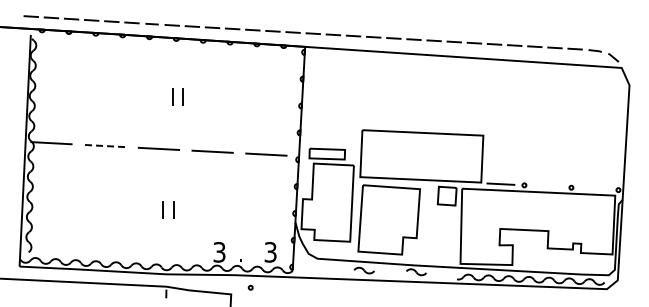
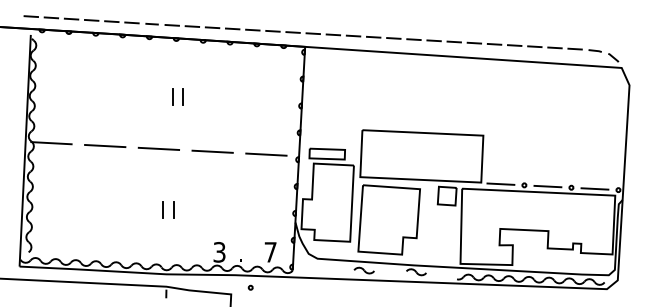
line at (105, 146): dashed -> solid
line at (547, 186): none -> present
line at (594, 188): none -> present
text at (270, 252): 3 -> 7
